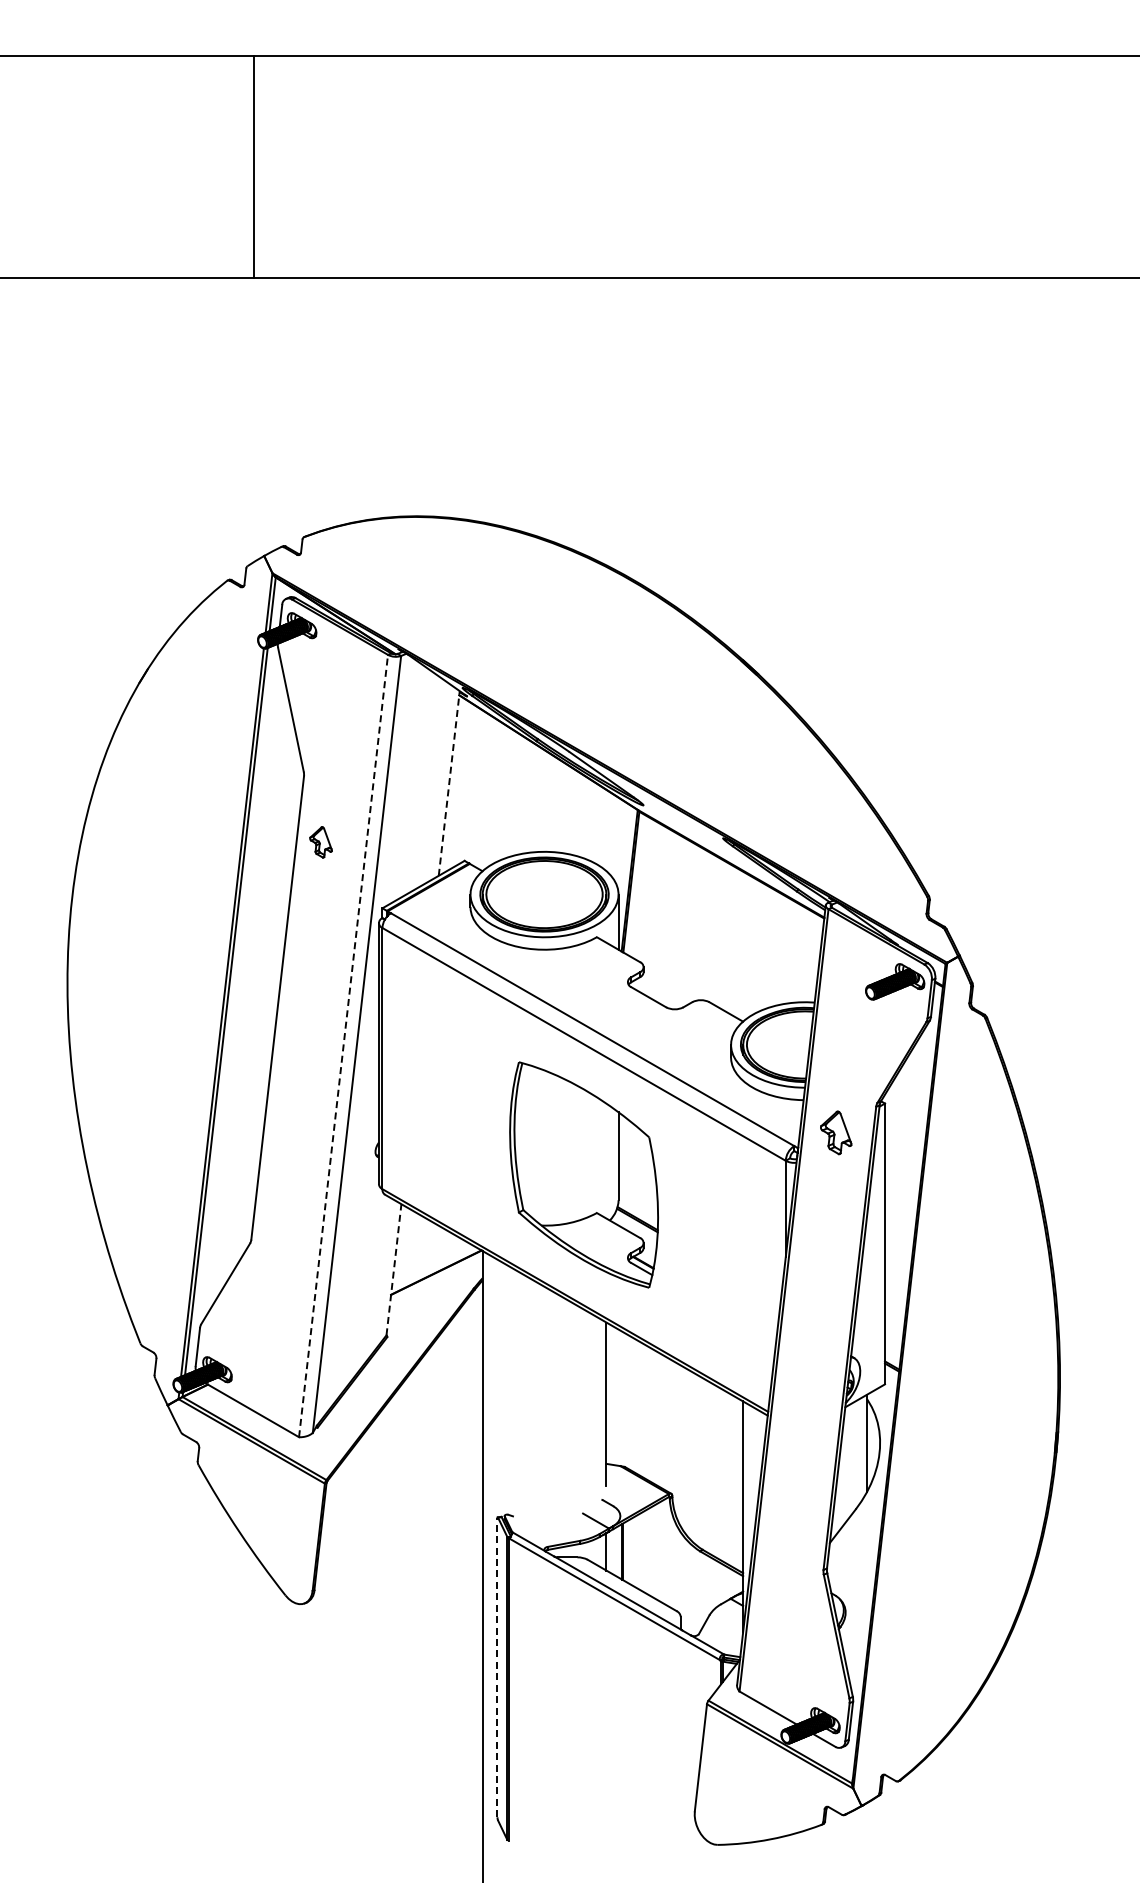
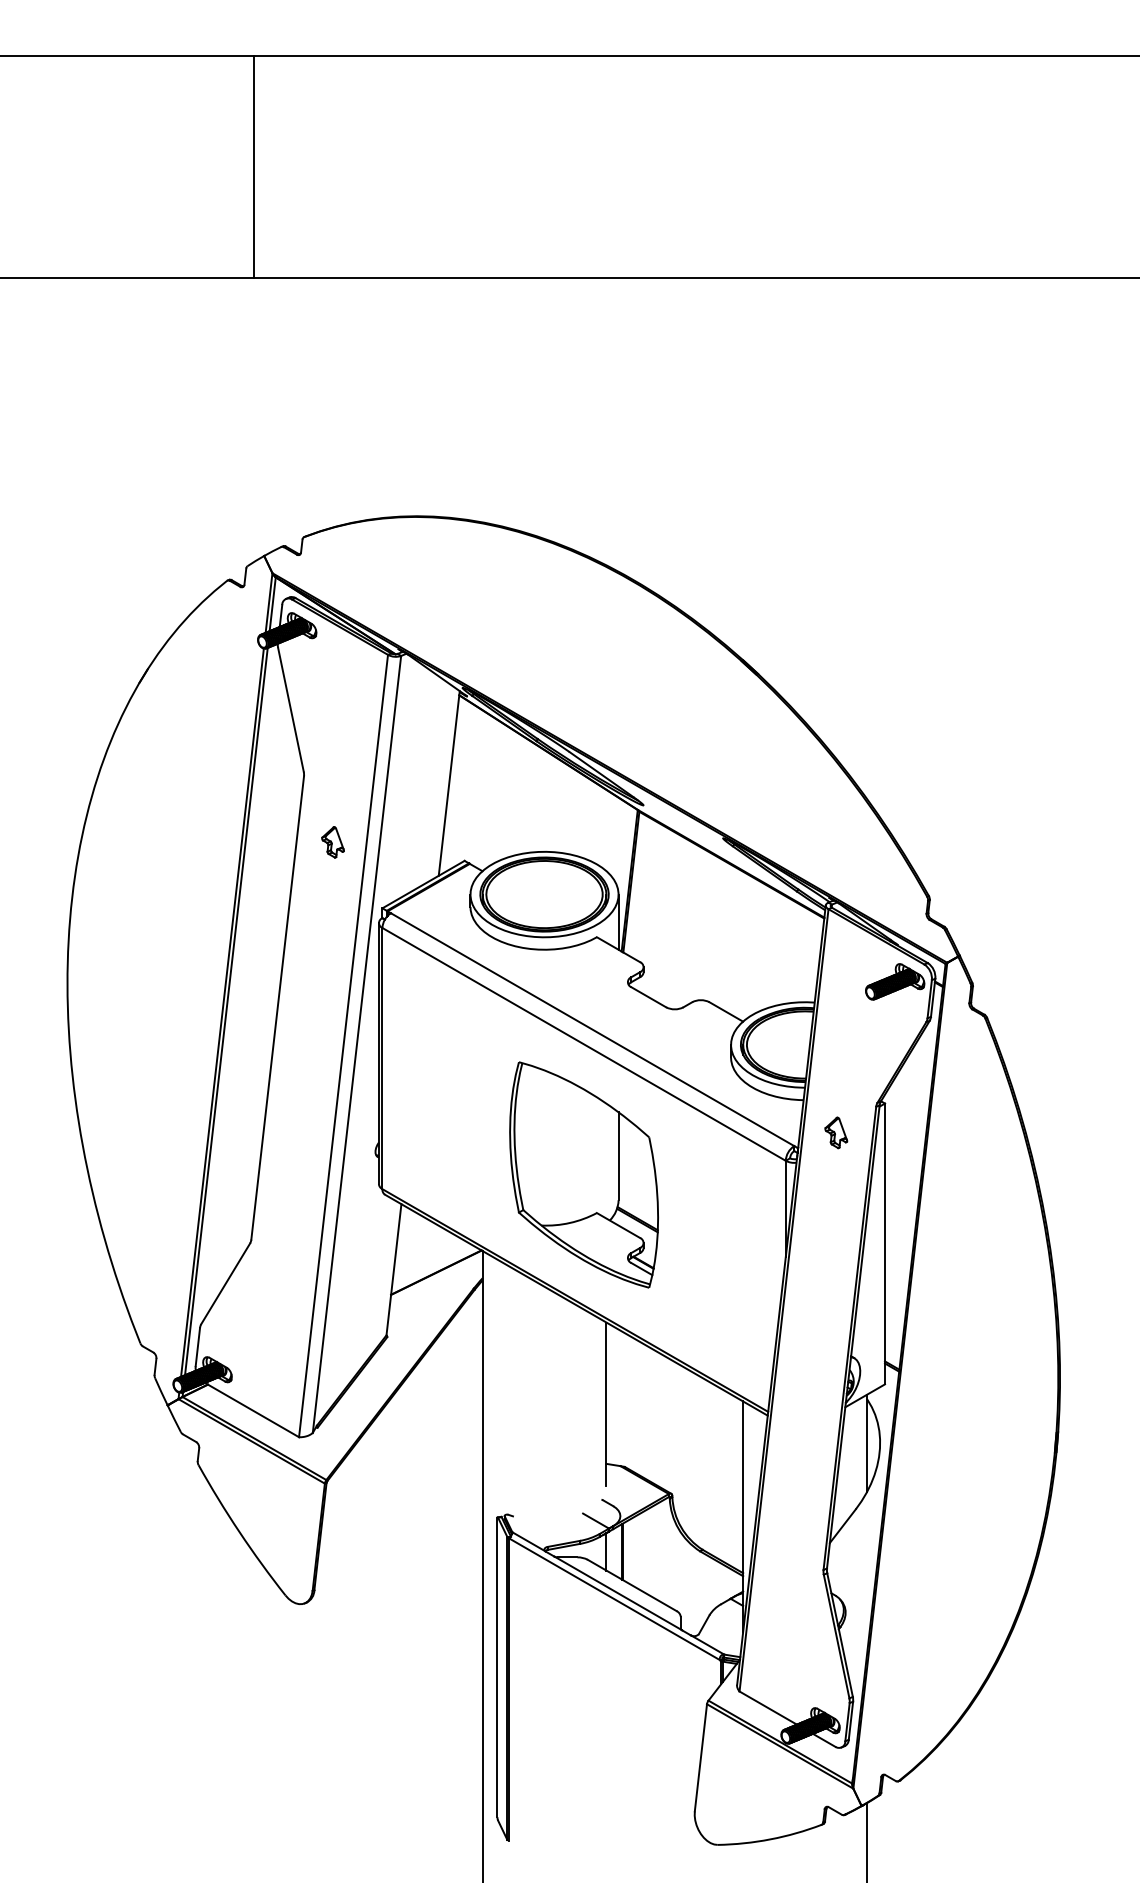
line at (449, 783): dashed -> solid
part at (320, 842) position: (320, 842) -> (332, 842)
line at (343, 1046): dashed -> solid
part at (836, 1132) size: 33x46 px -> 25x34 px
line at (393, 1269): dashed -> solid
line at (497, 1667): dashed -> solid
line at (867, 1841): none -> present
